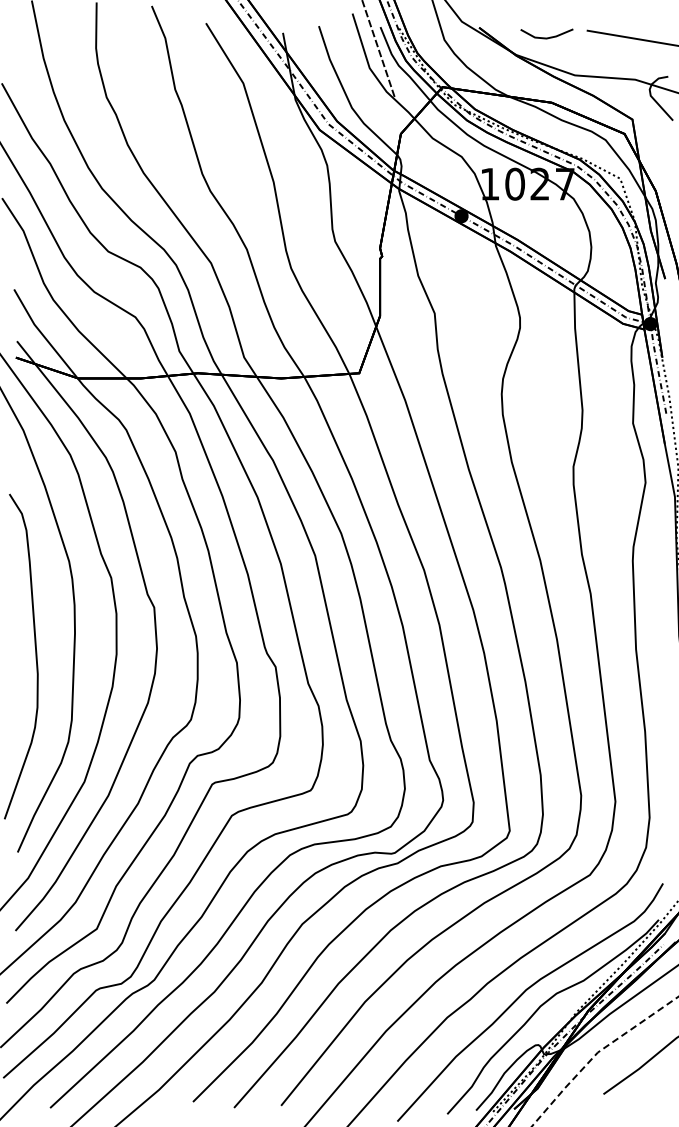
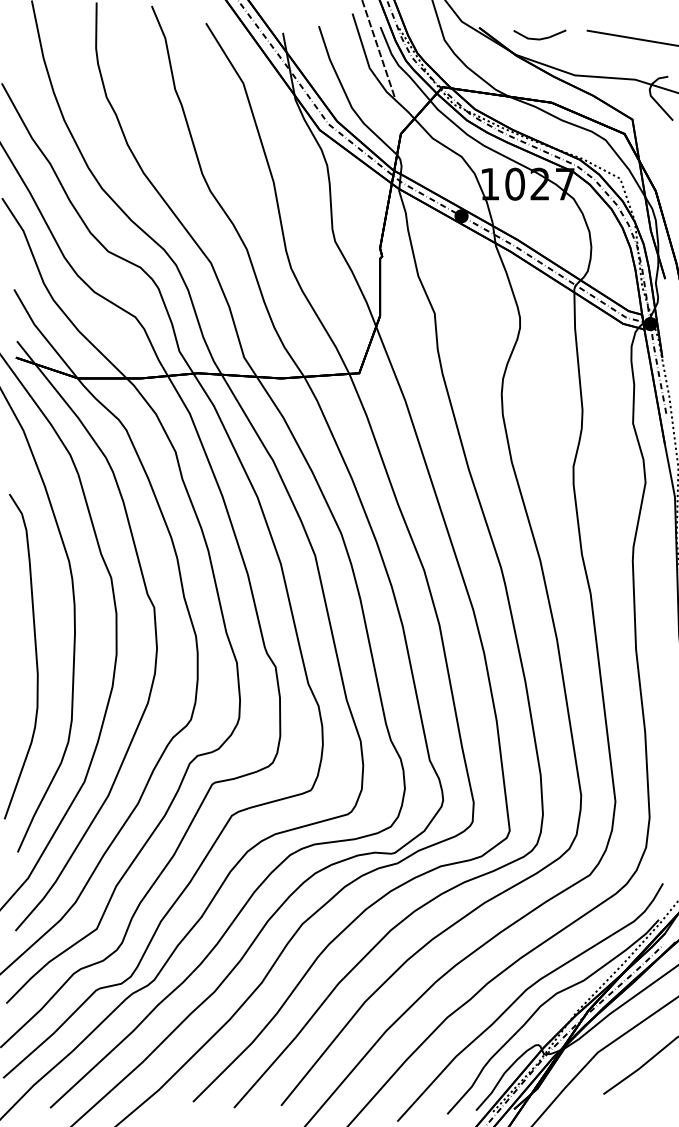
line at (546, 37) position: (546, 37) -> (539, 38)
line at (597, 1053): dashed -> solid
